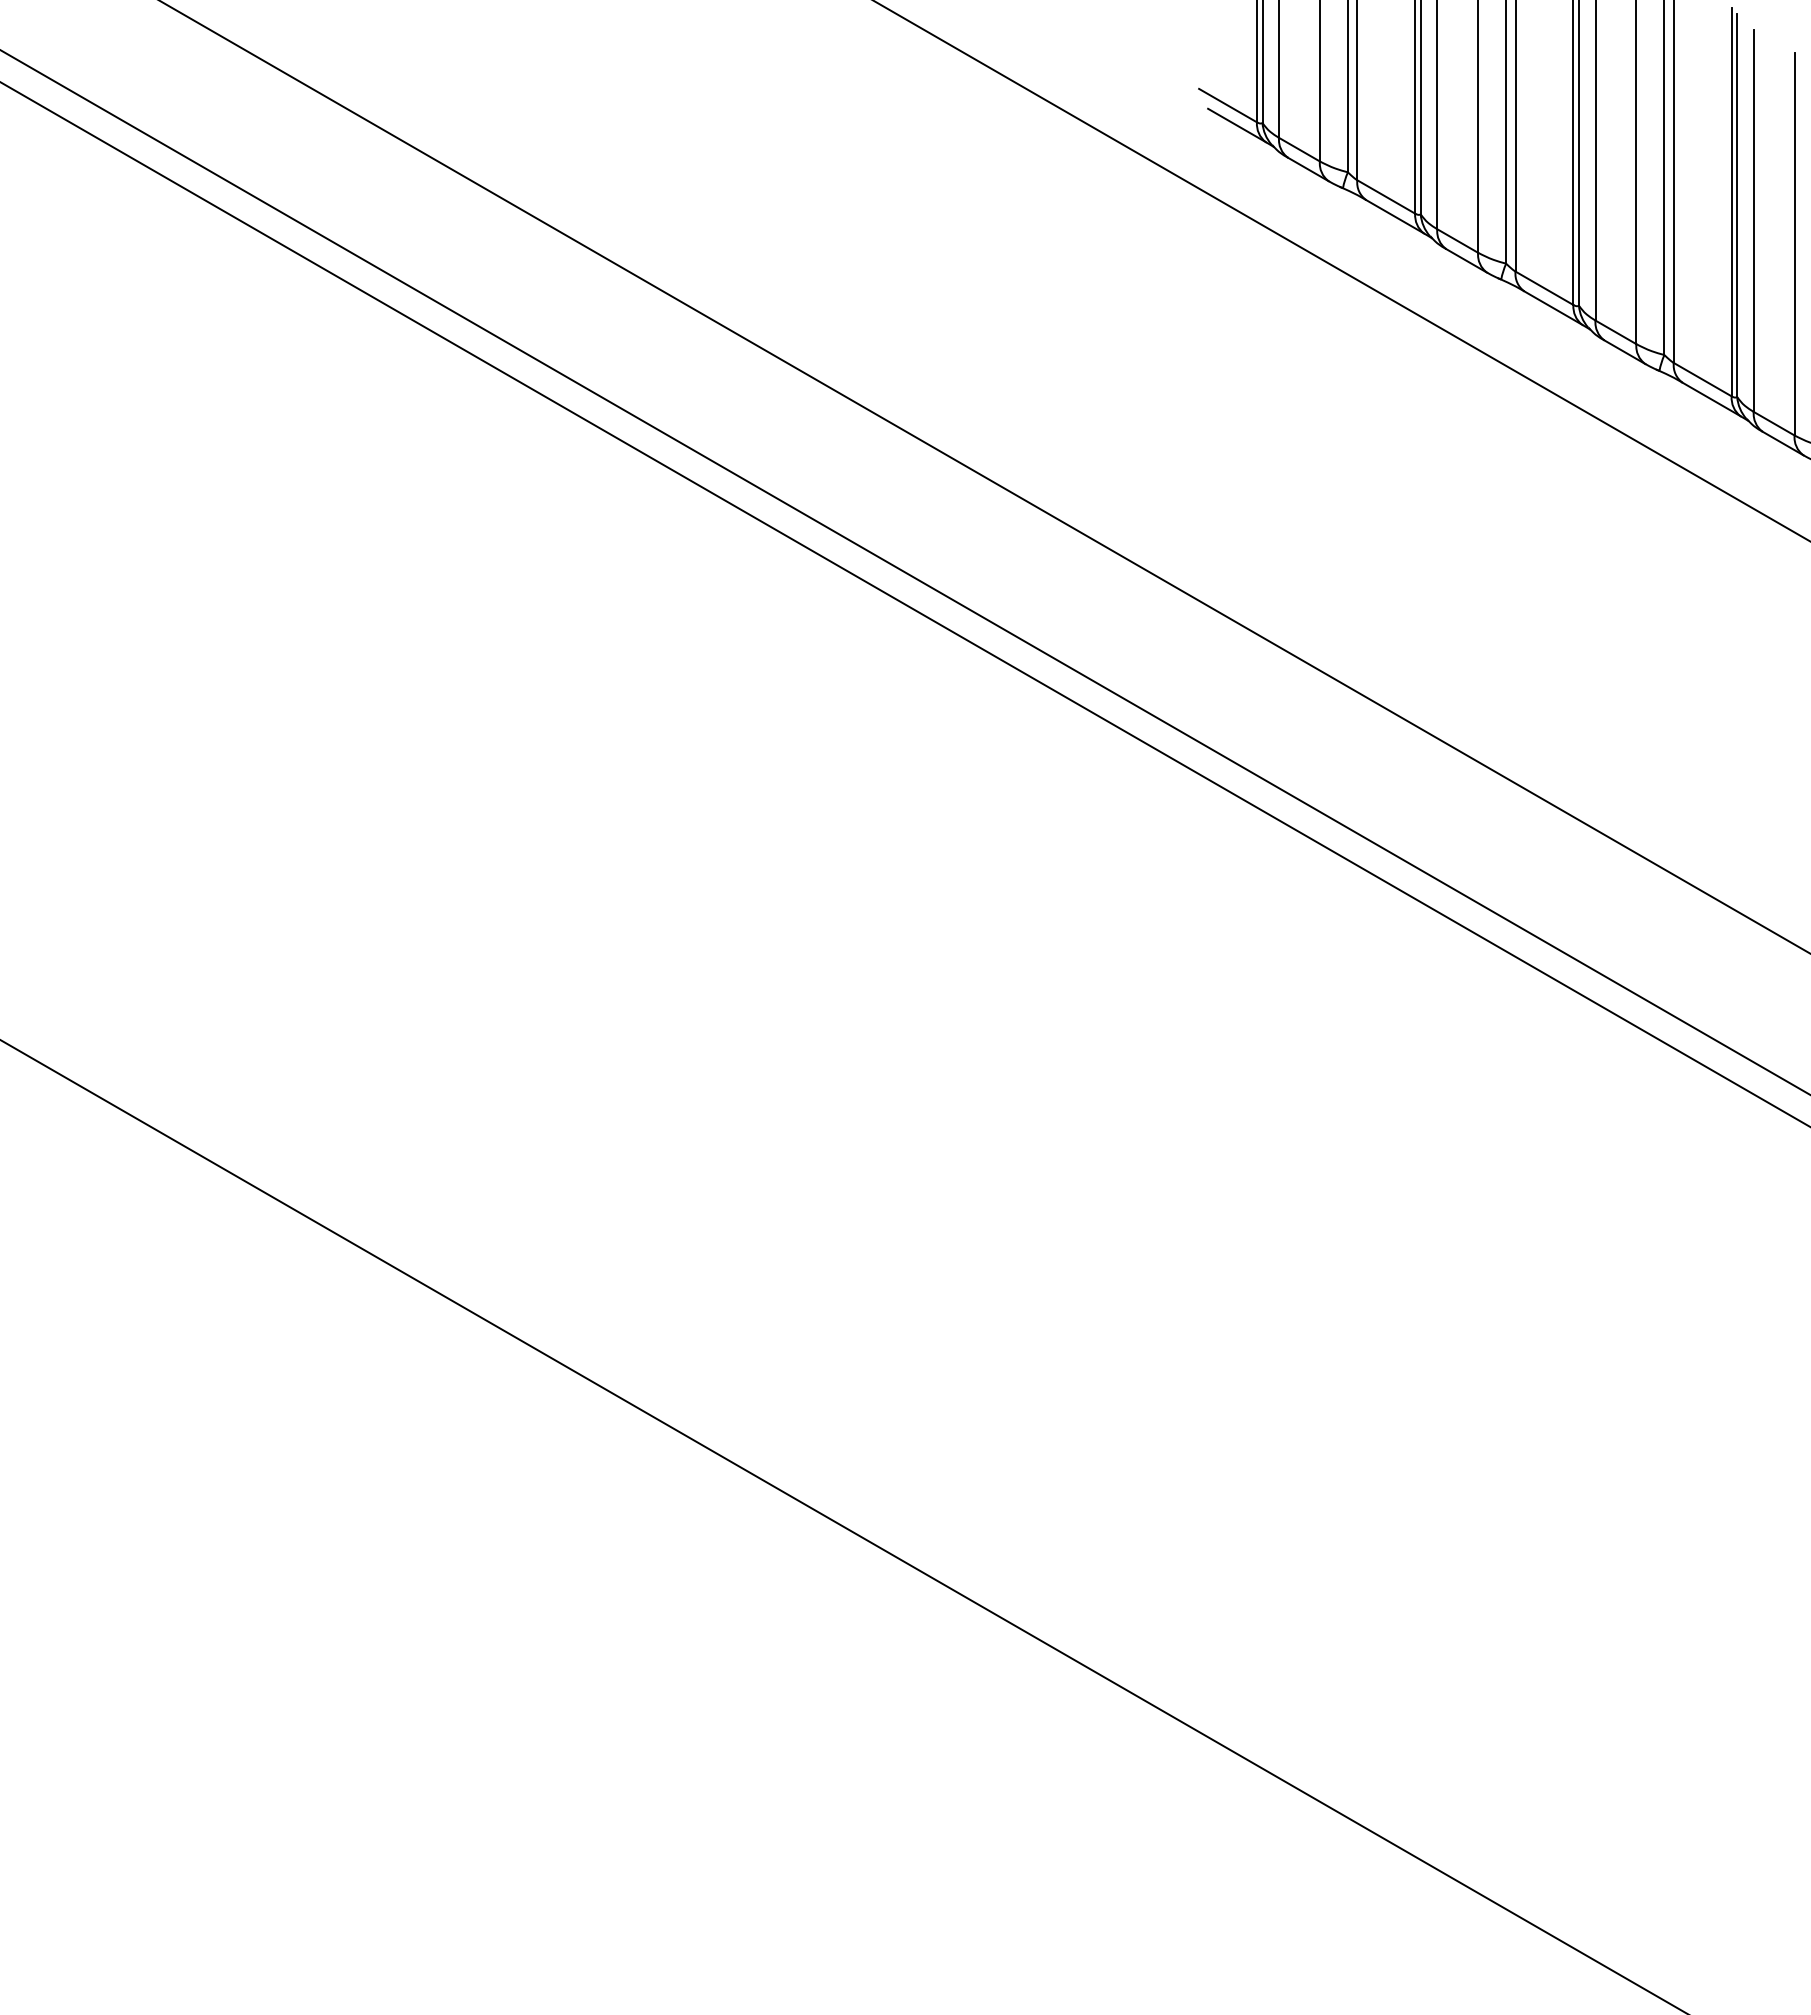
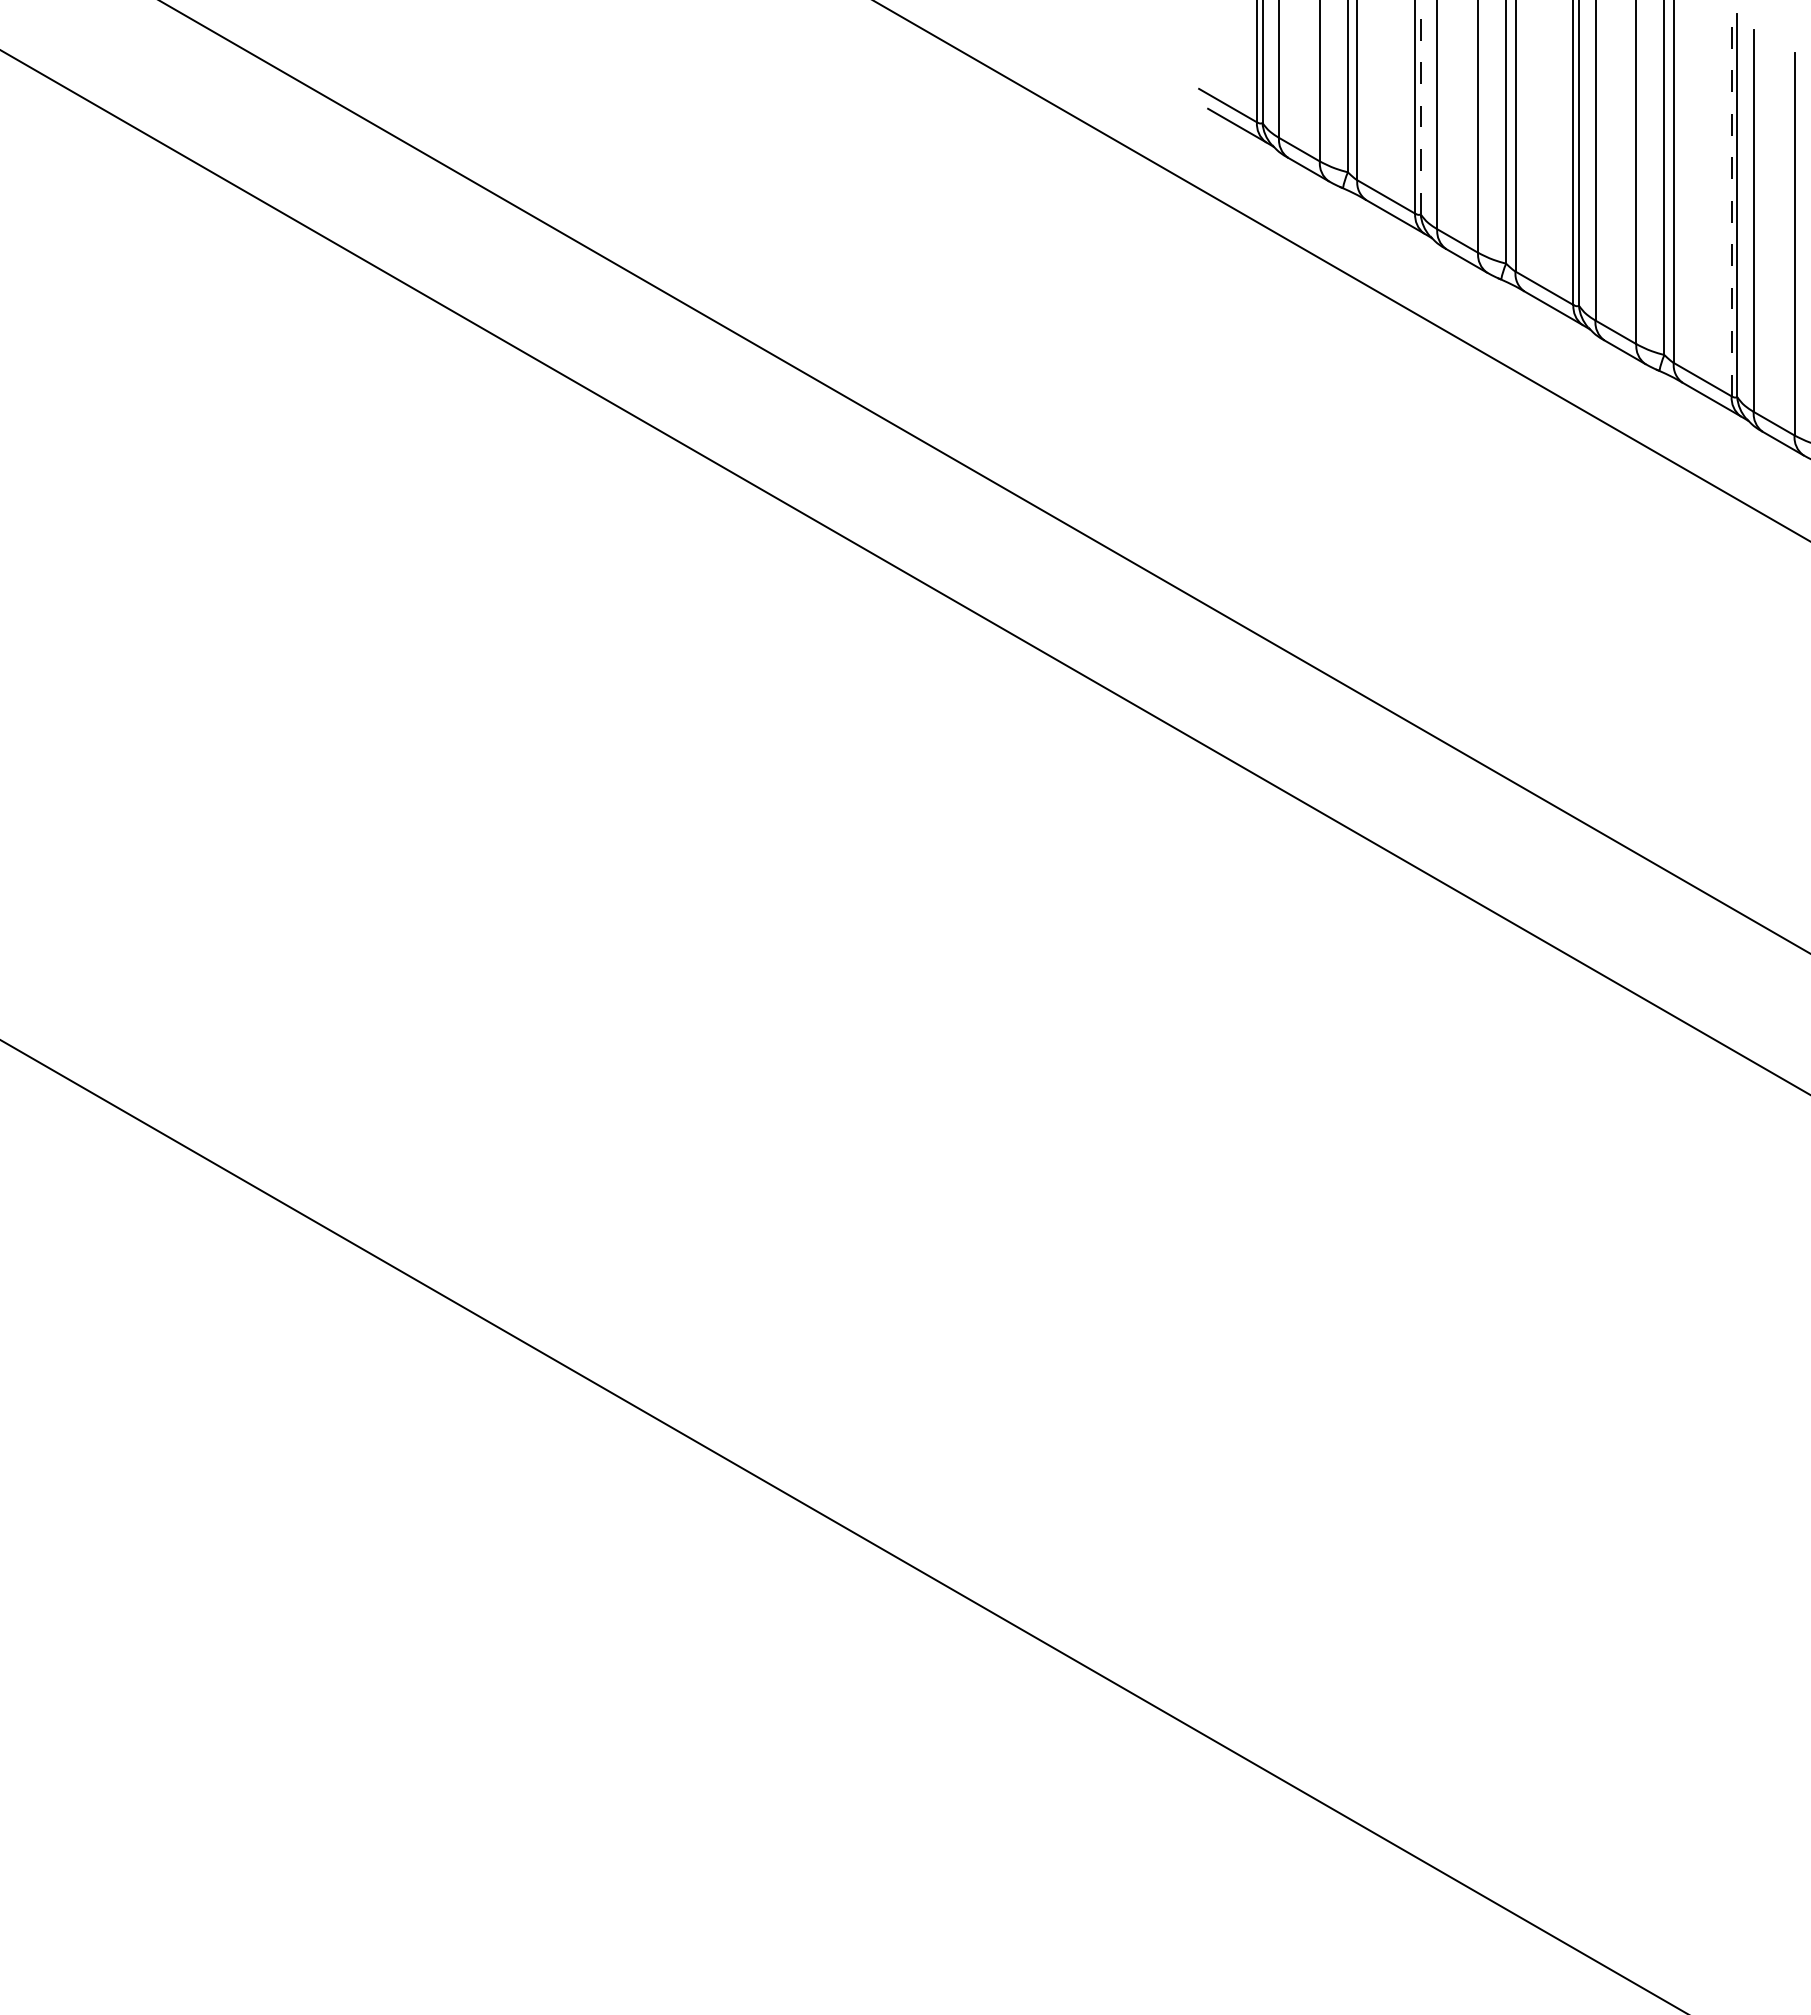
line at (1420, 107): solid -> dashed
line at (1731, 201): solid -> dashed
line at (904, 604): present -> none
